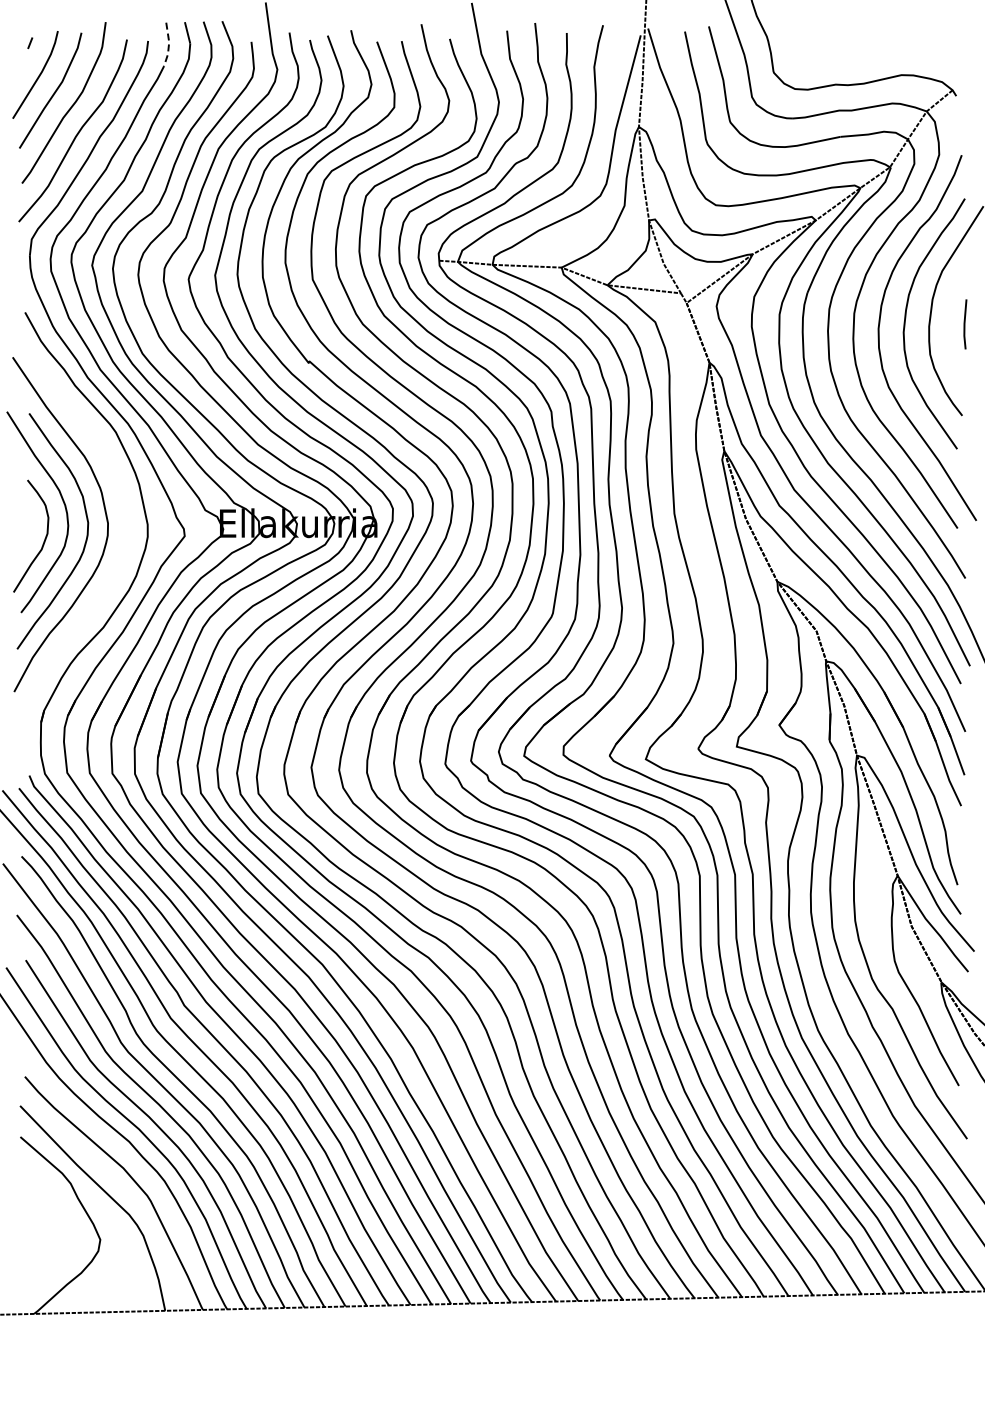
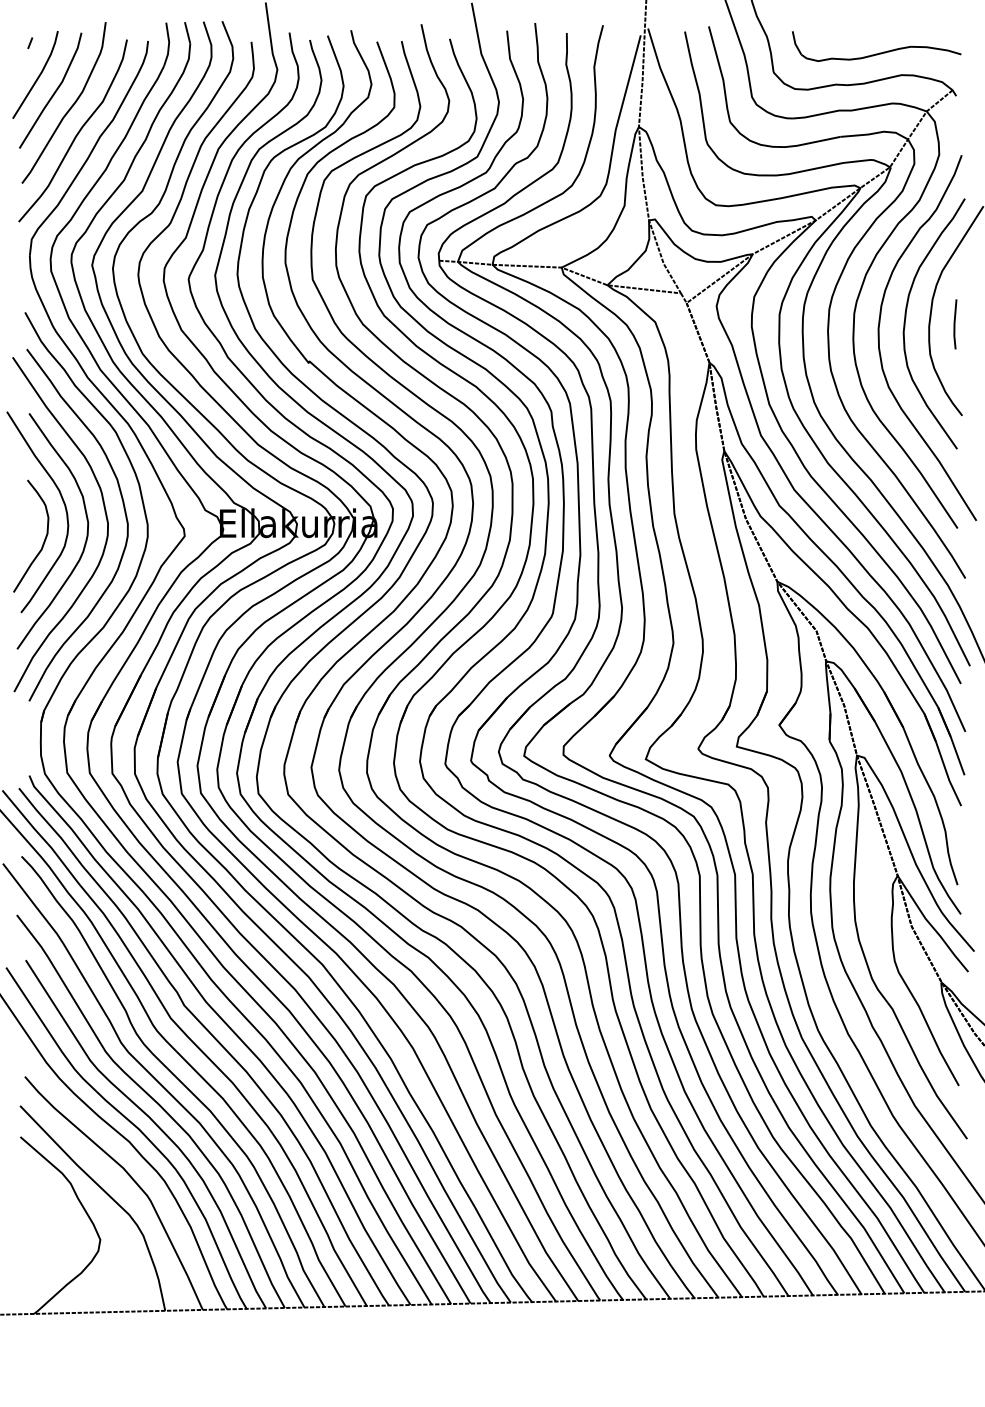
line at (168, 45): dashed -> solid
part at (879, 52): none -> present
line at (965, 324) position: (965, 324) -> (955, 324)
curve at (124, 513): none -> present
